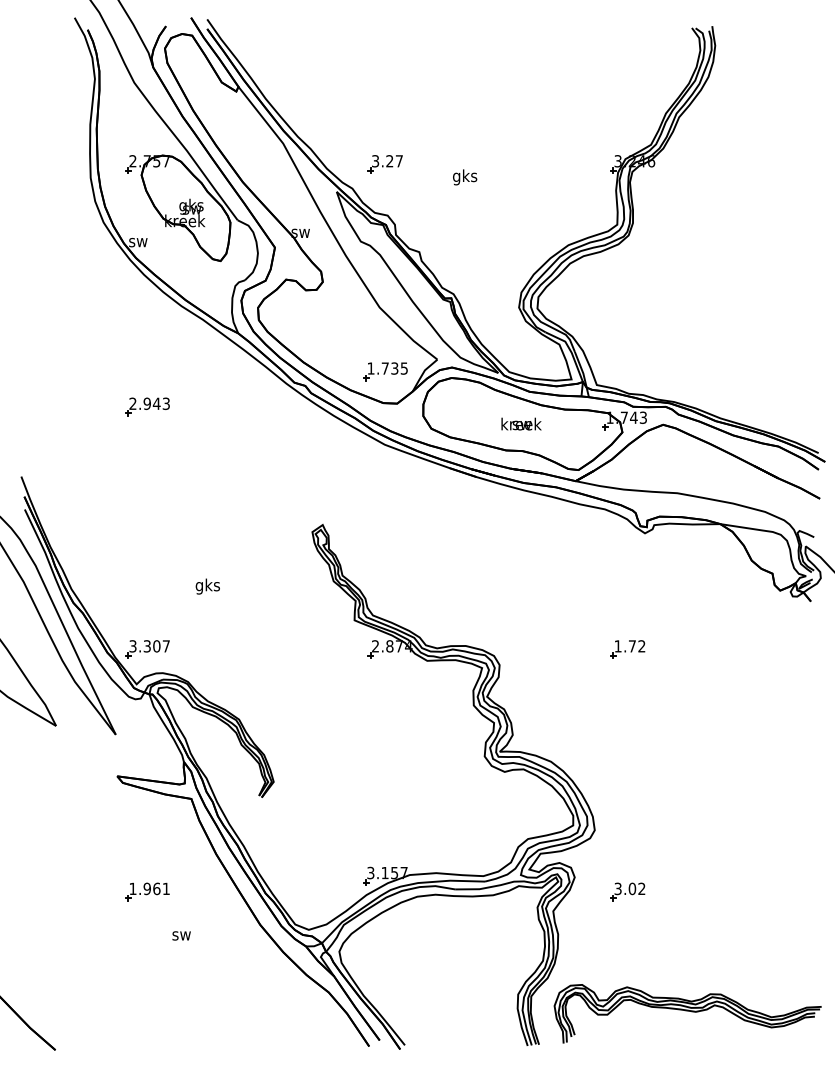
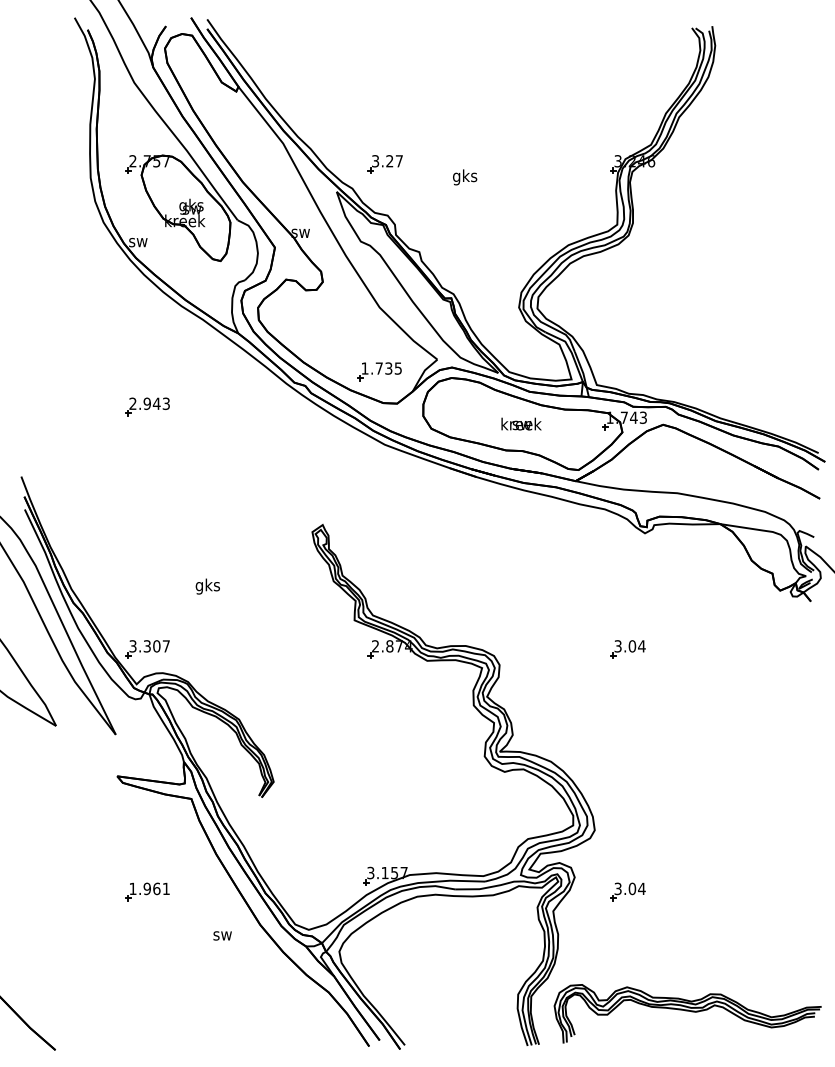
part at (385, 371) position: (385, 371) -> (379, 371)
text at (629, 646): 1.72 -> 3.04
text at (641, 888): 3.02 -> 3.04
text at (181, 935) position: (181, 935) -> (222, 935)
